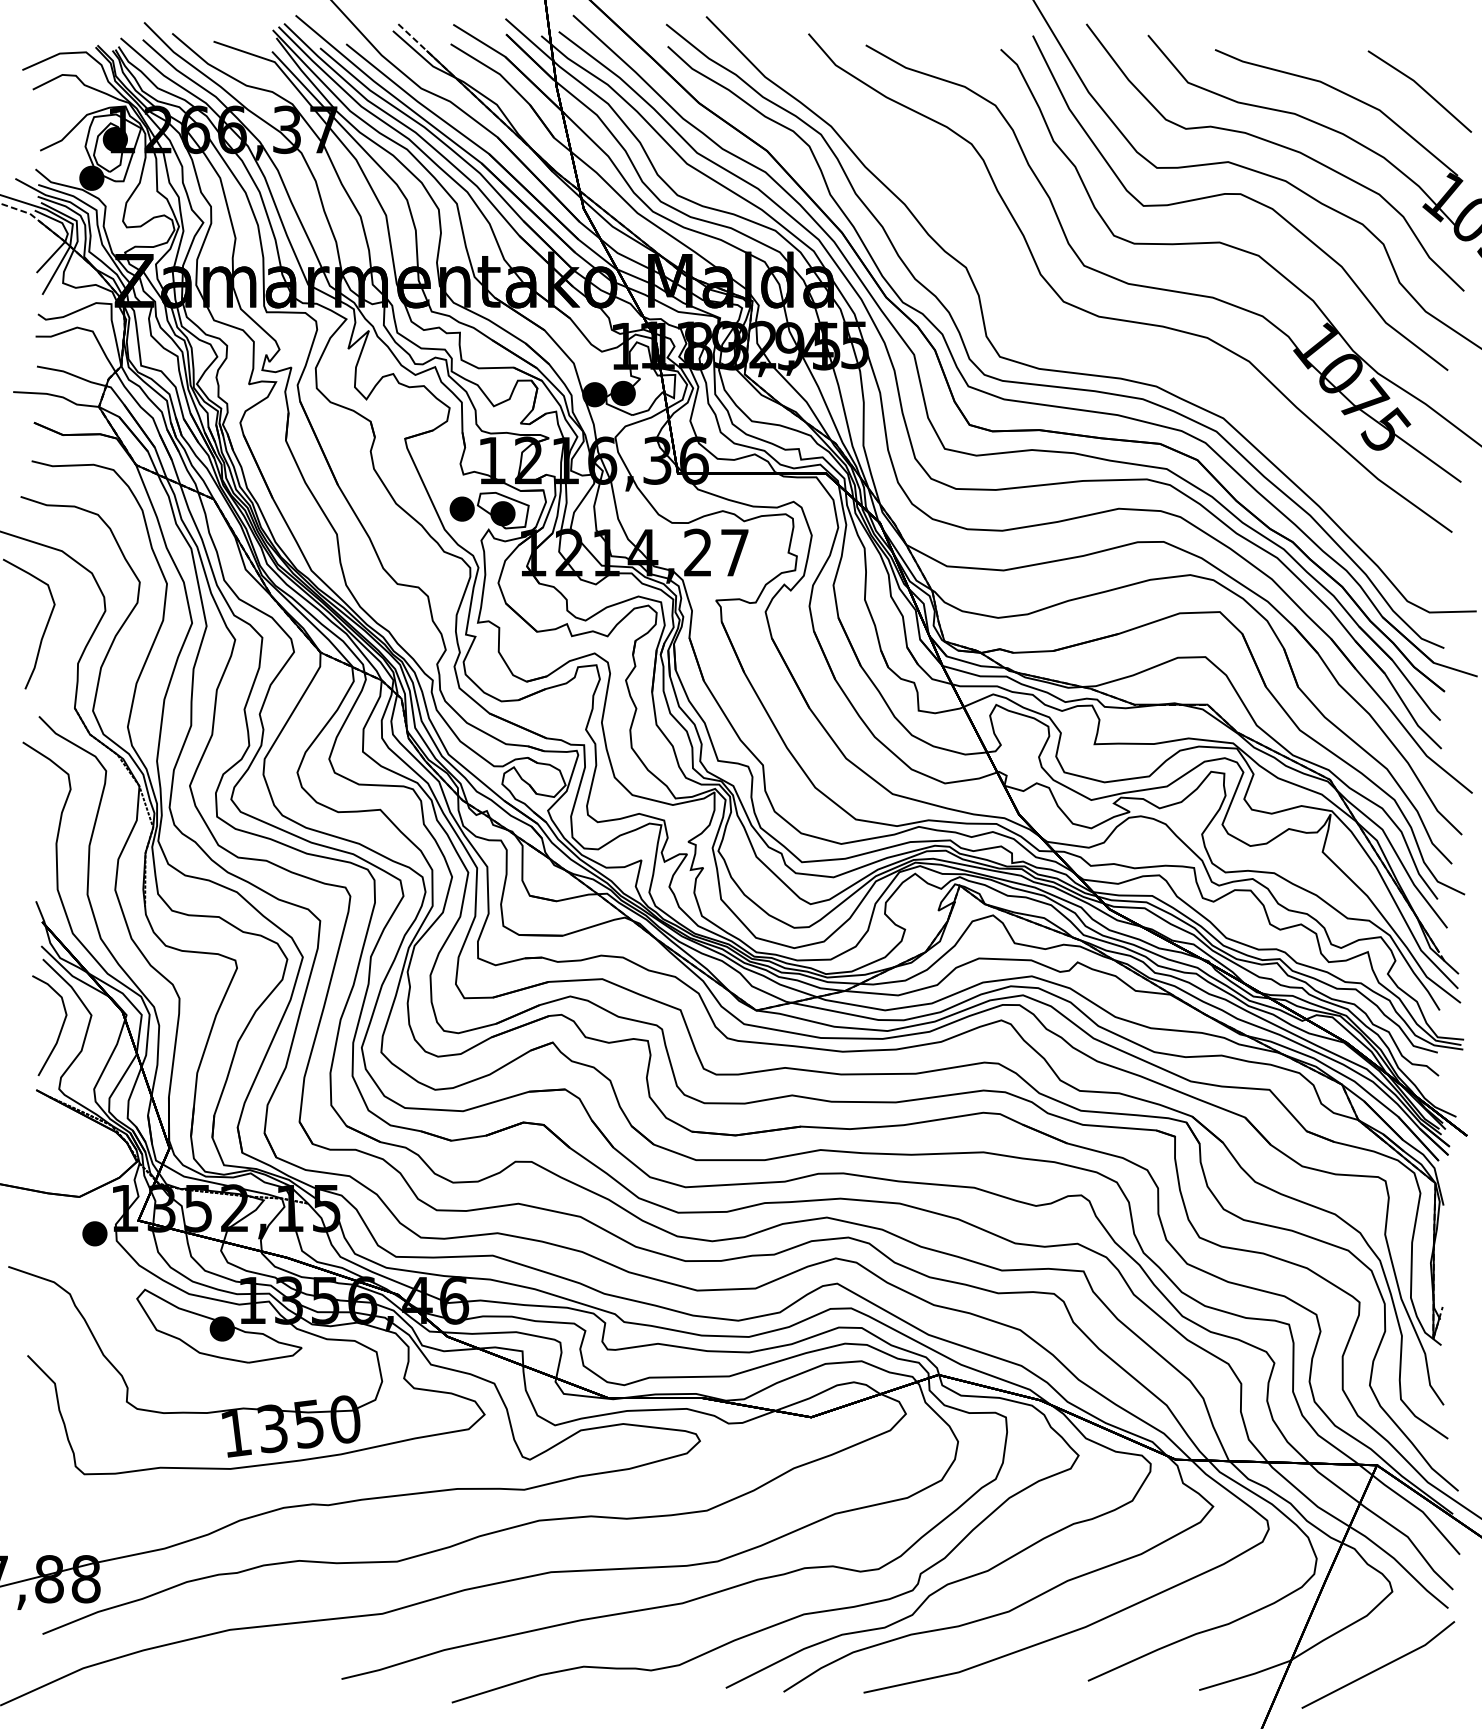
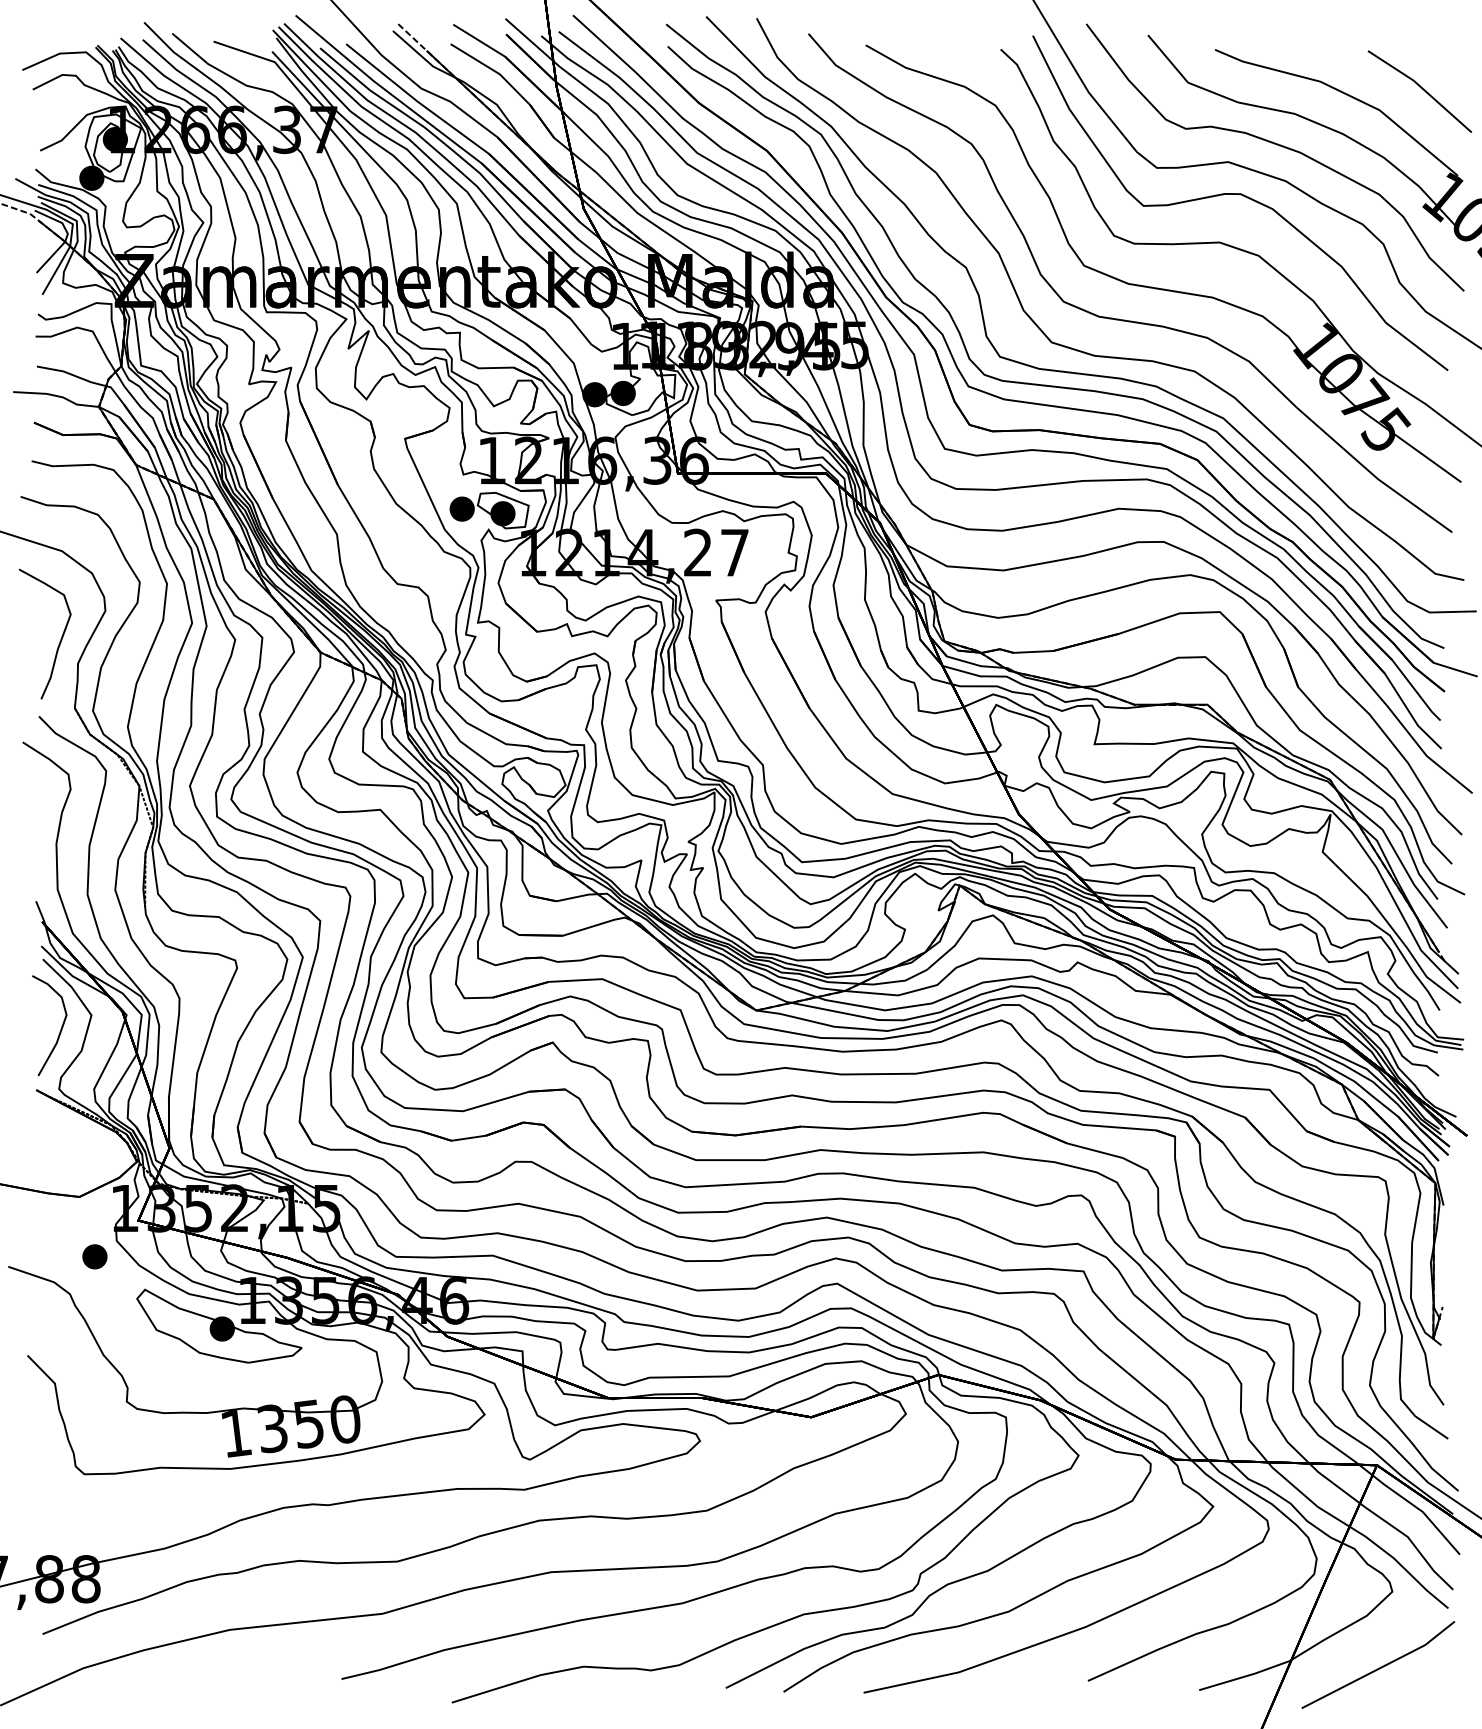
part at (1105, 355): none -> present
curve at (44, 628) position: (44, 628) -> (60, 638)
part at (94, 1233) position: (94, 1233) -> (94, 1256)
